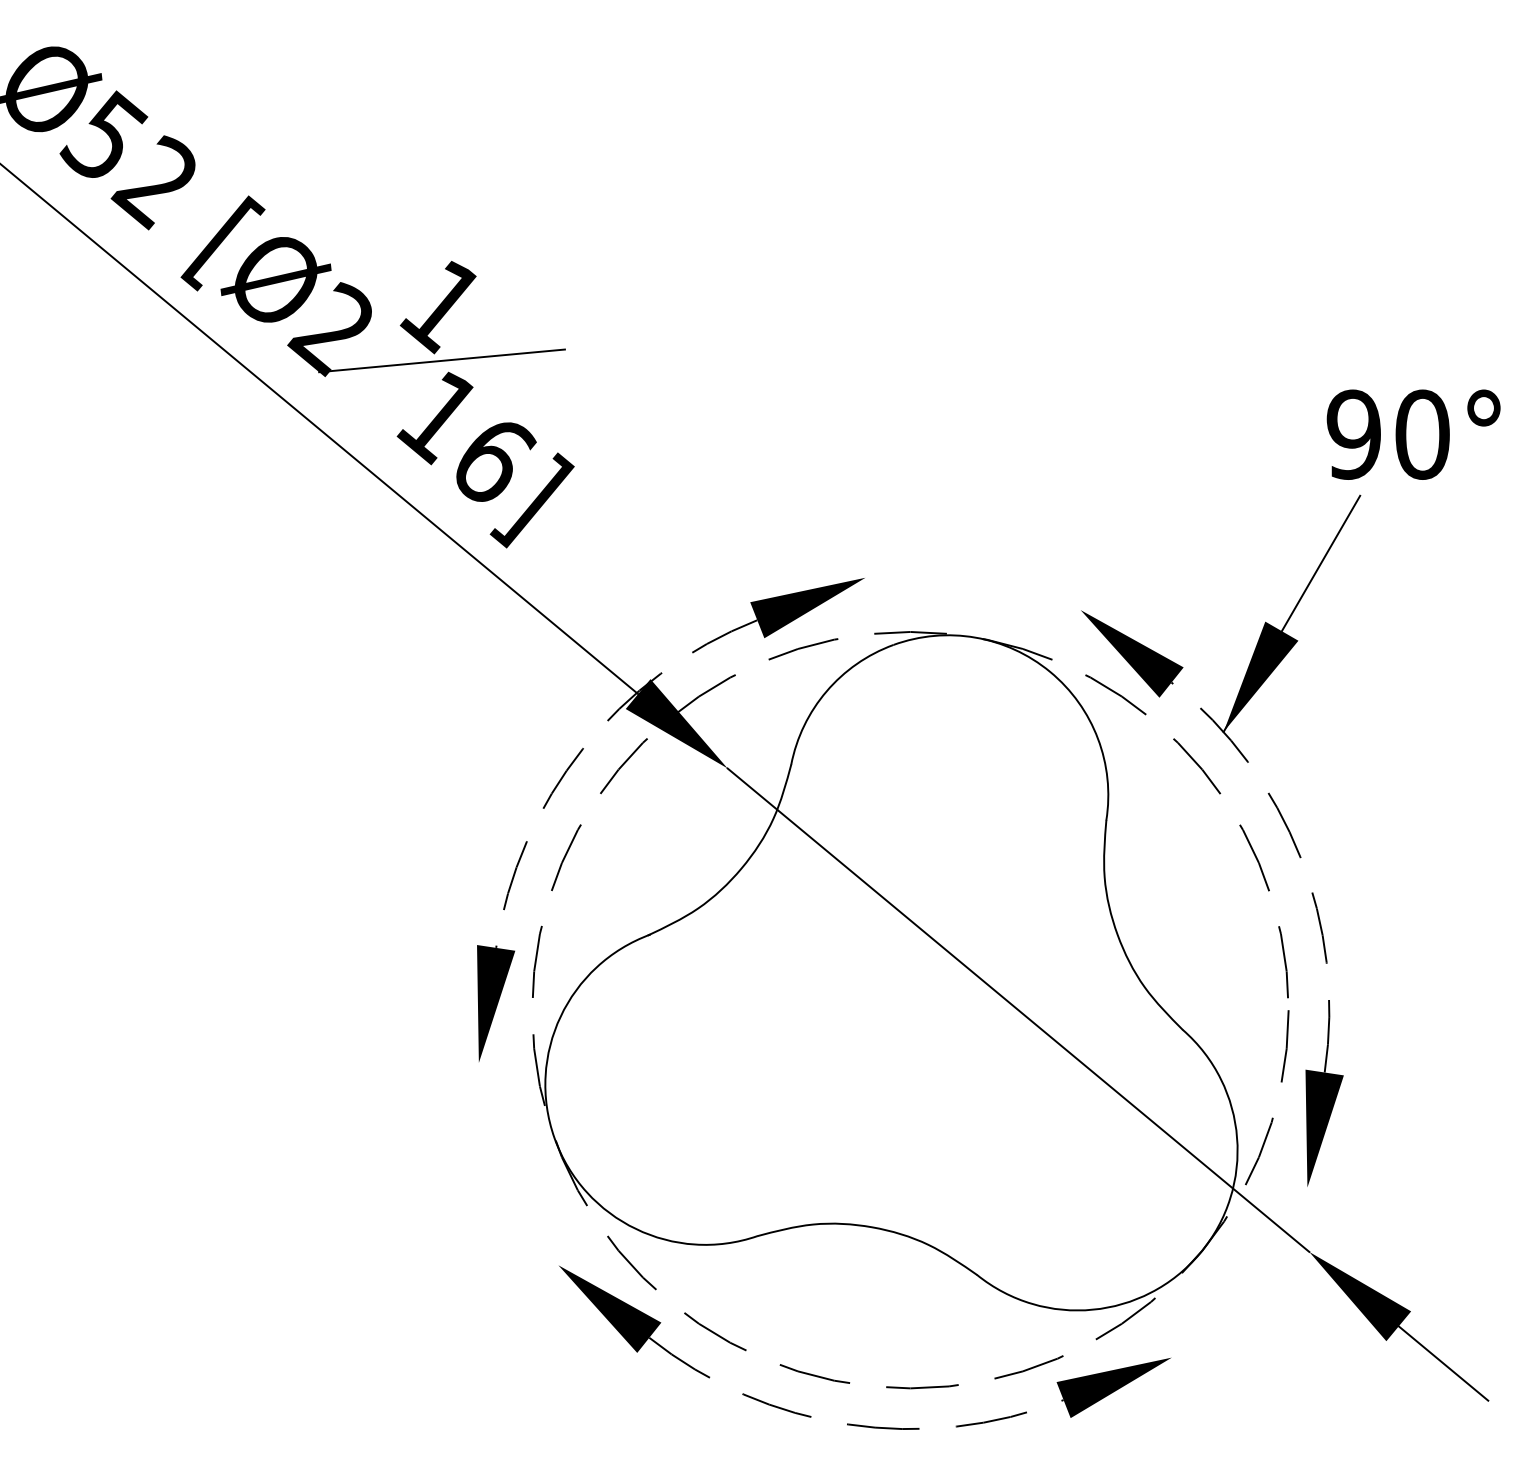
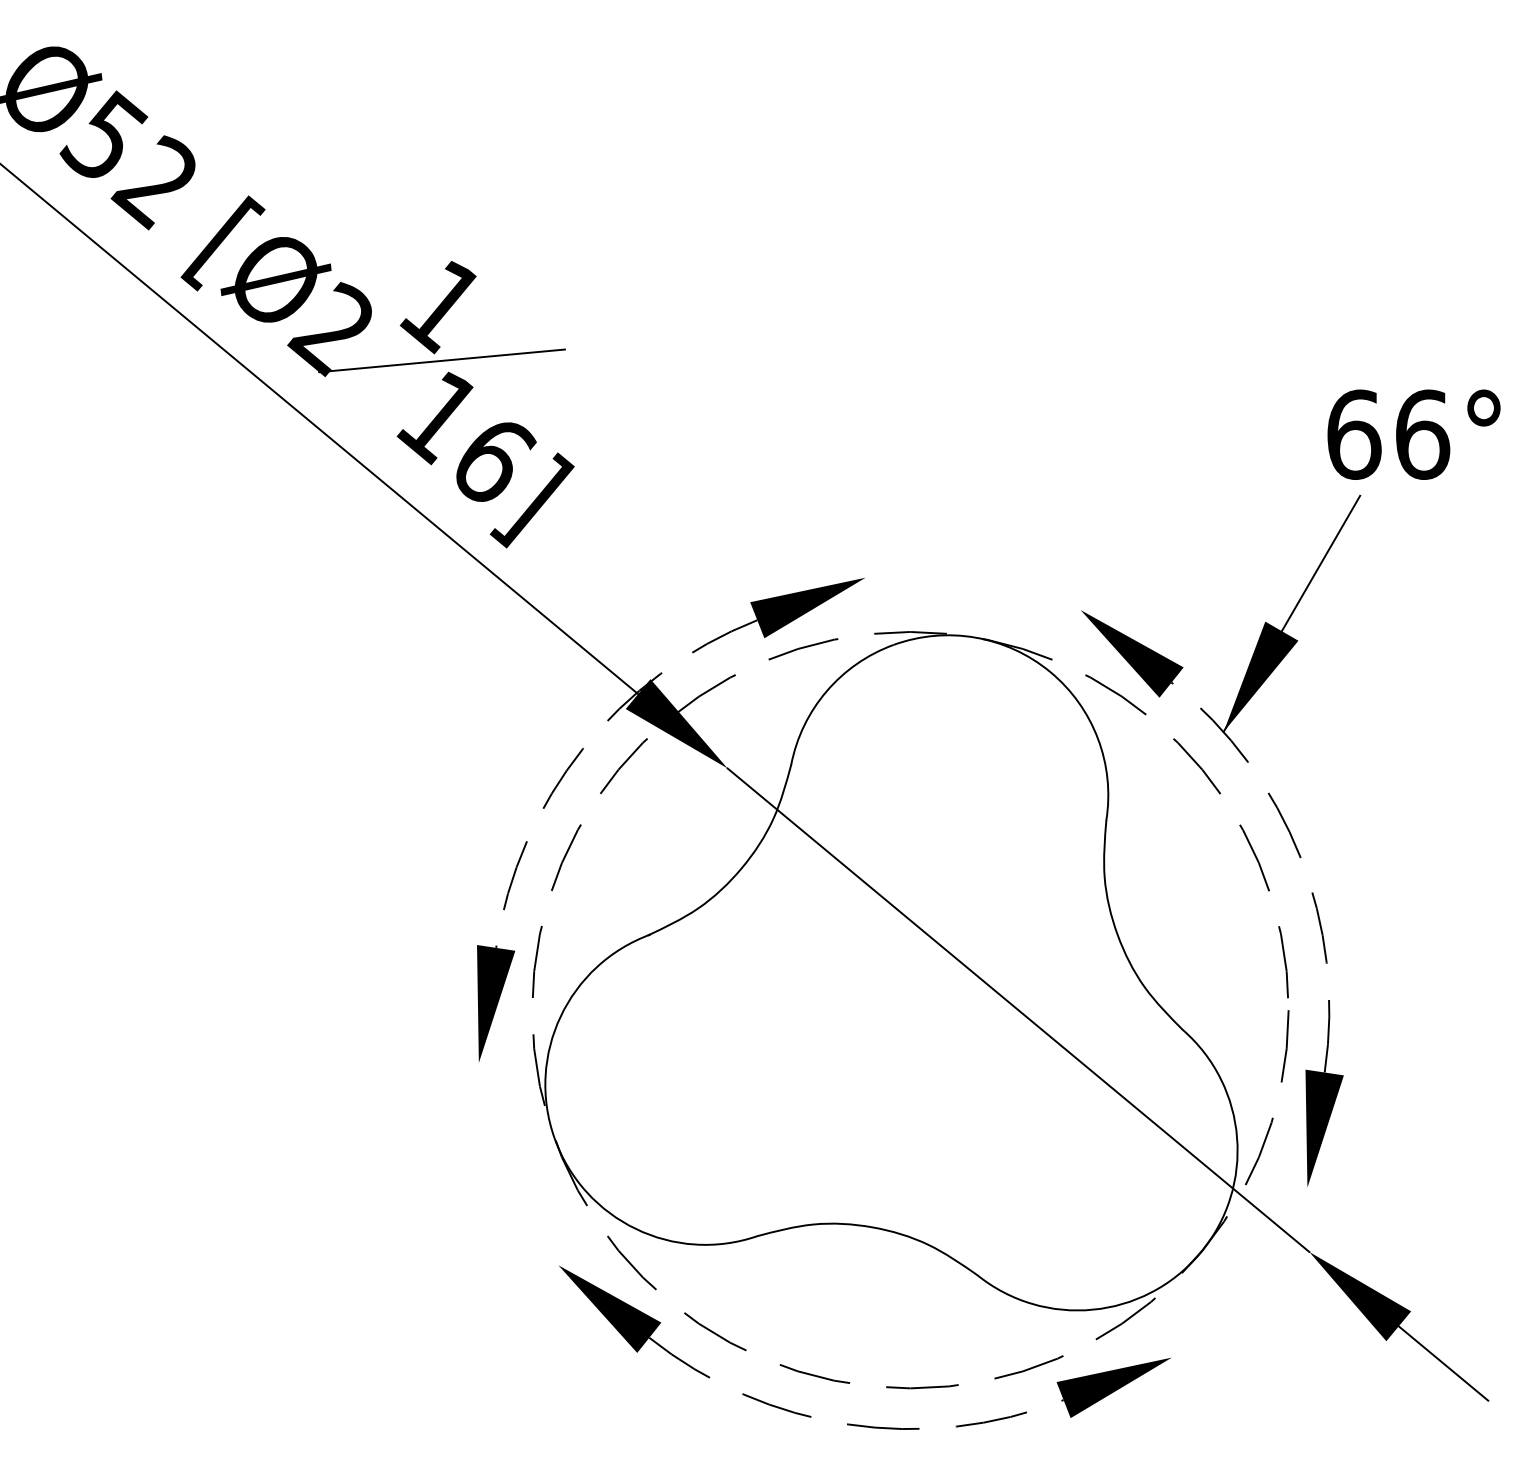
text at (1388, 434): 90° -> 66°
